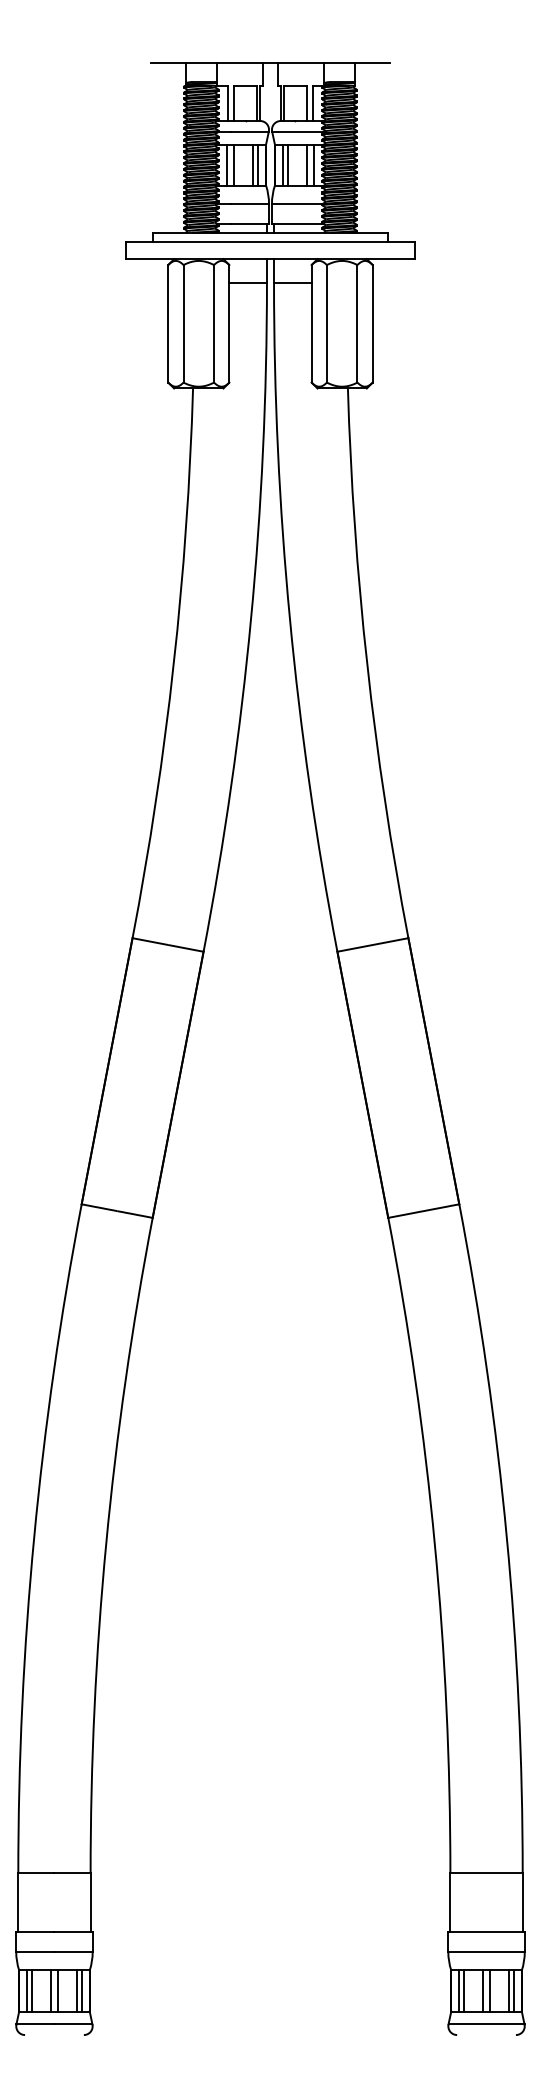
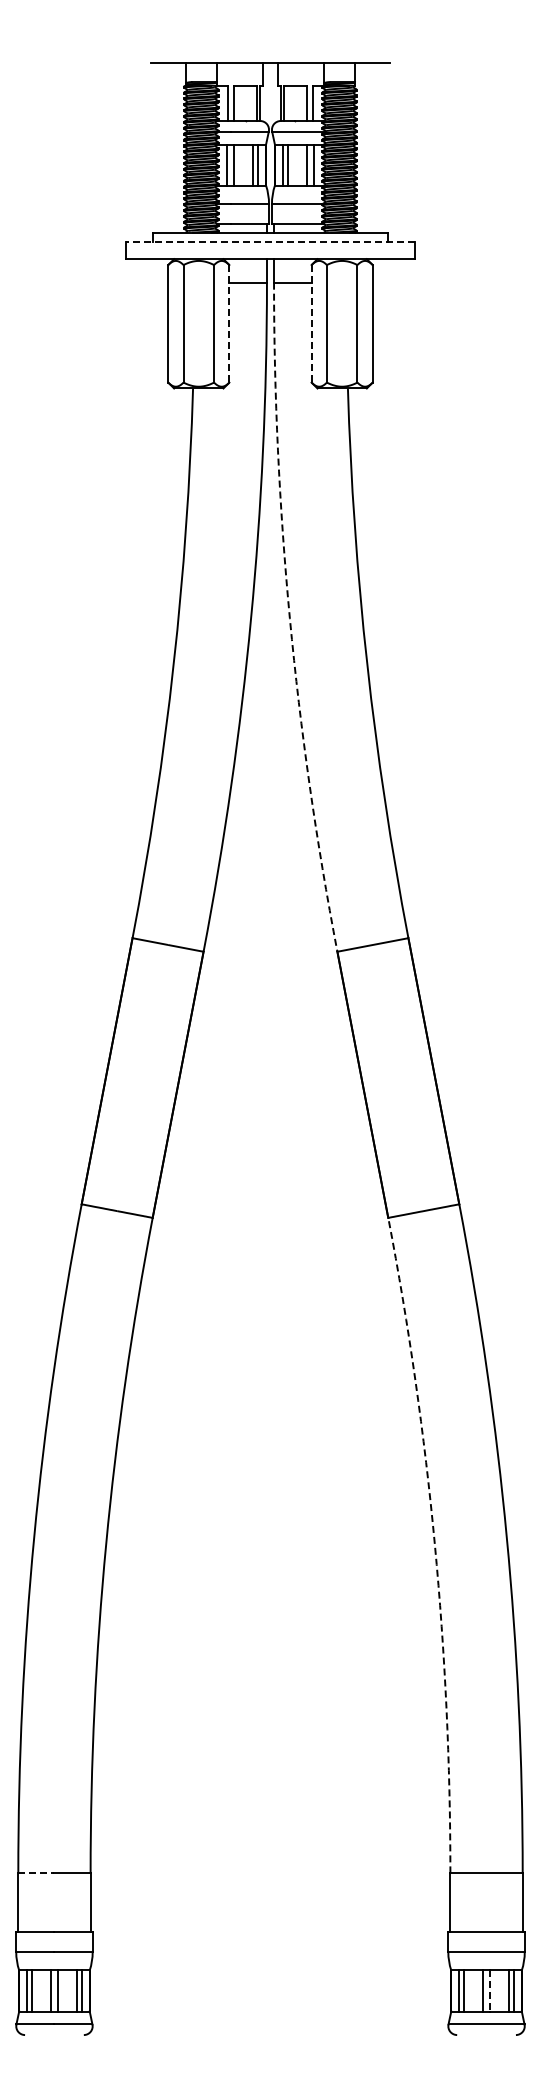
line at (270, 241): solid -> dashed
line at (229, 323): solid -> dashed
line at (311, 323): solid -> dashed
arc at (289, 618): solid -> dashed
arc at (434, 1544): solid -> dashed
line at (36, 1873): solid -> dashed
line at (490, 1990): solid -> dashed
